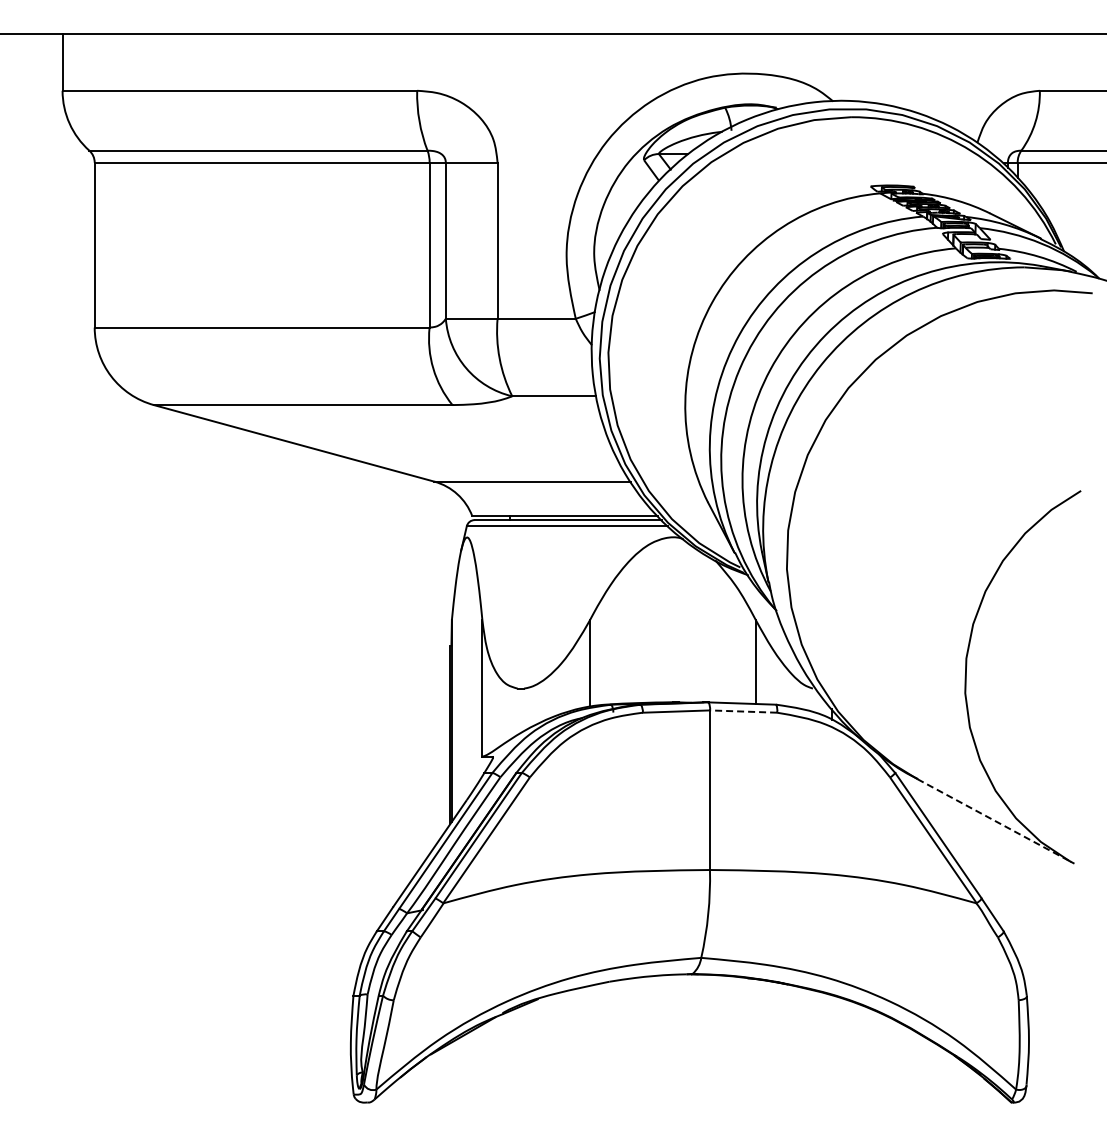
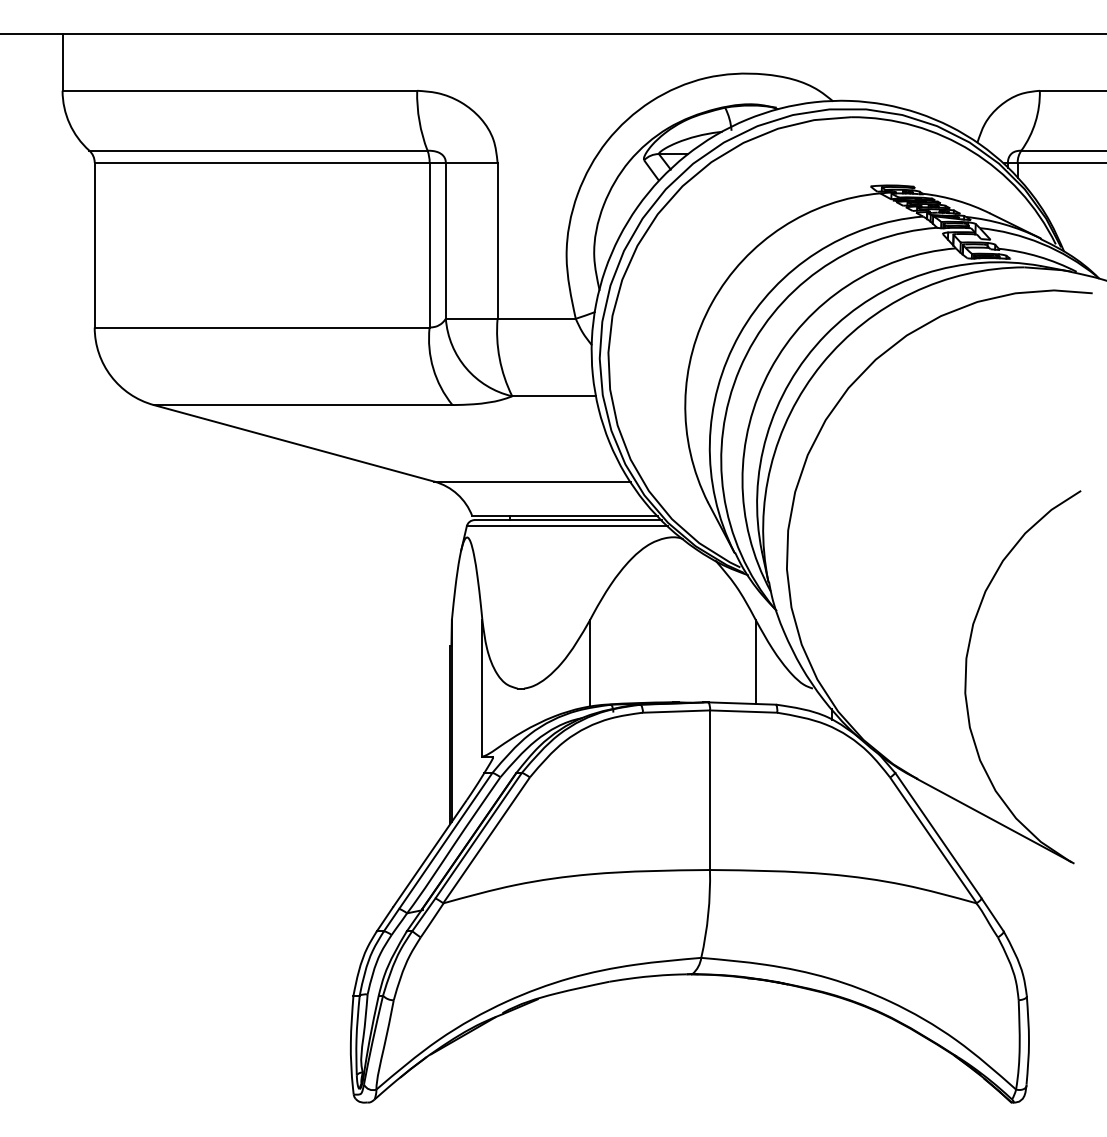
line at (743, 711): dashed -> solid
line at (994, 820): dashed -> solid
